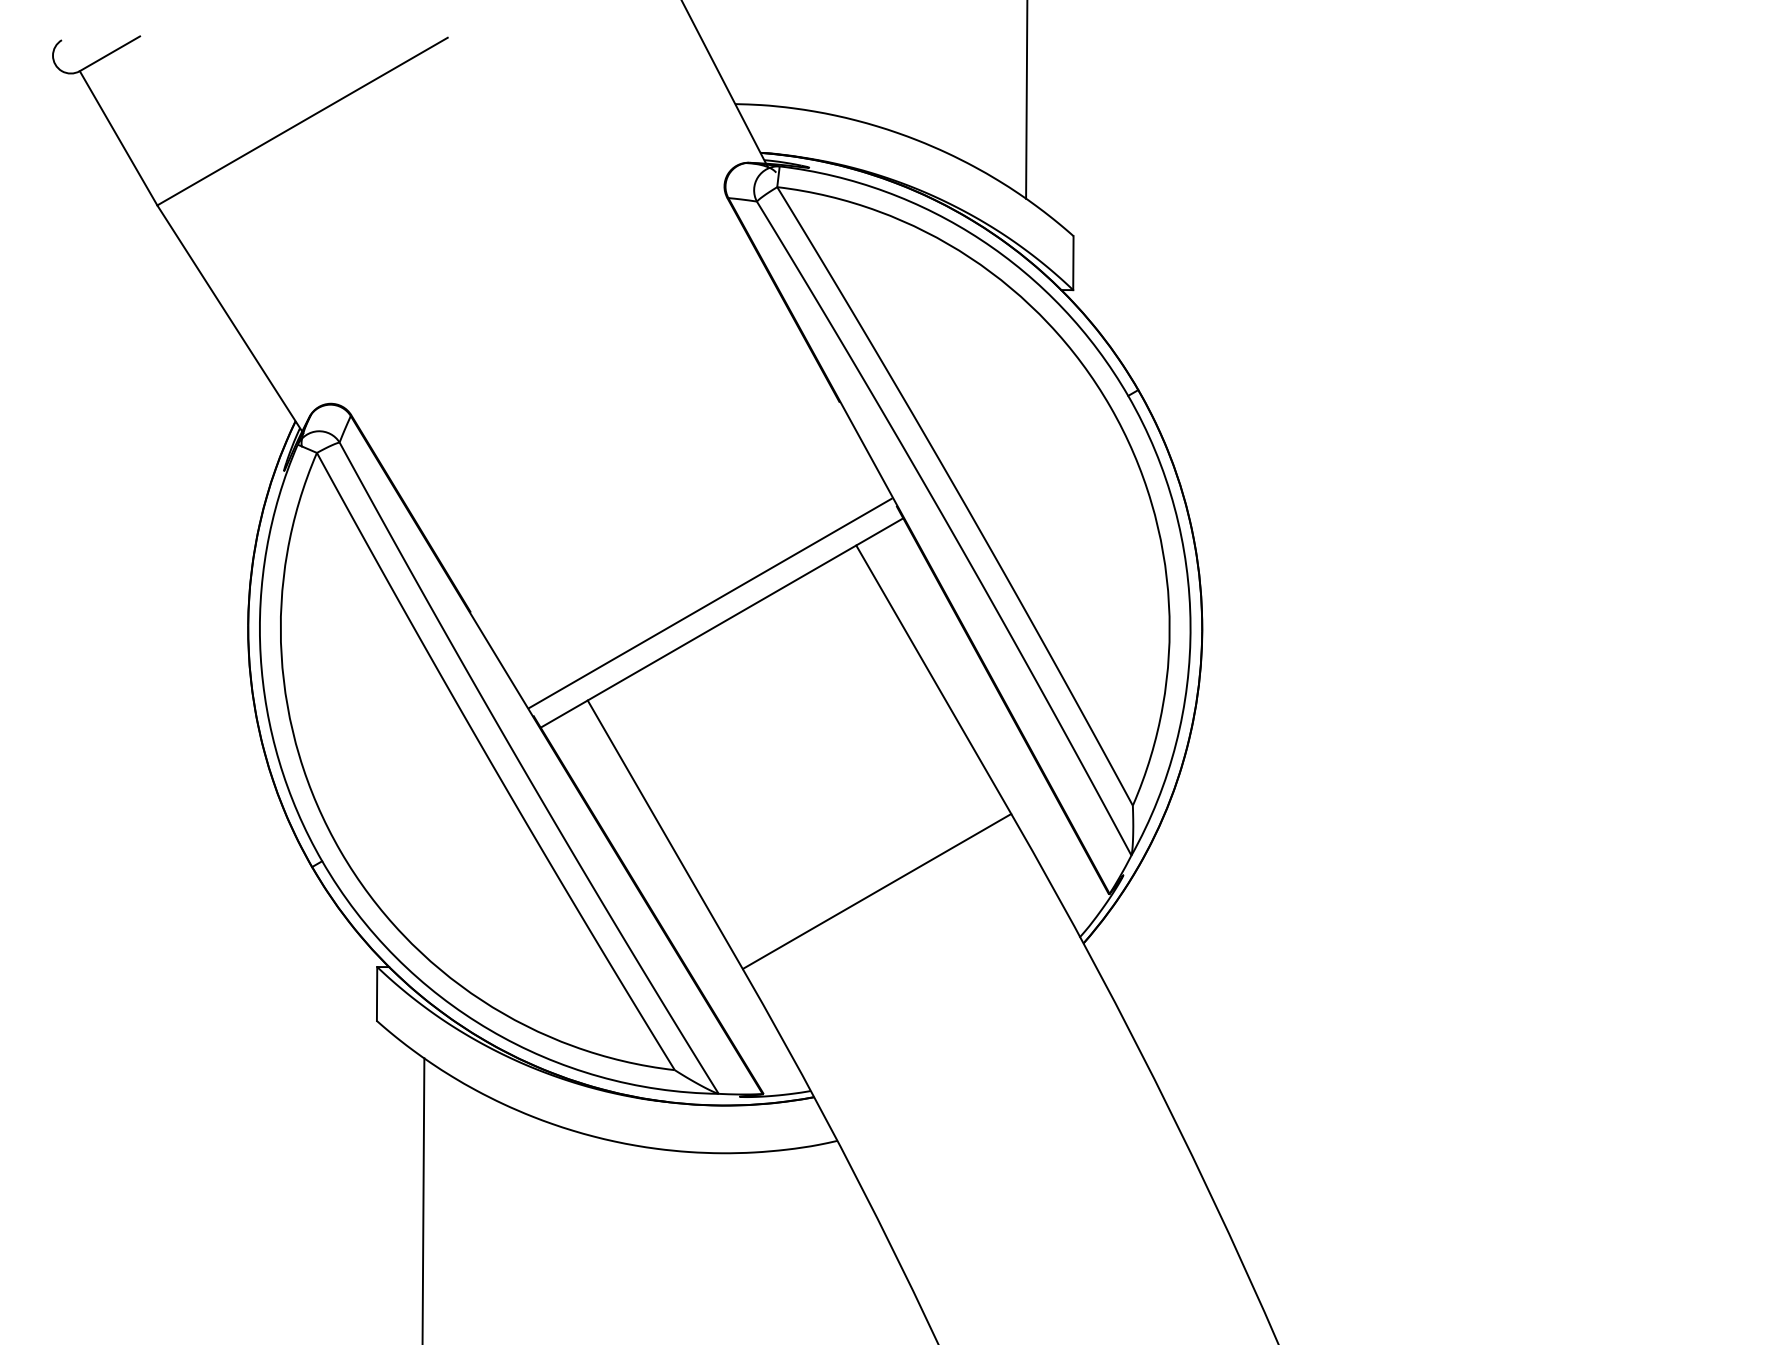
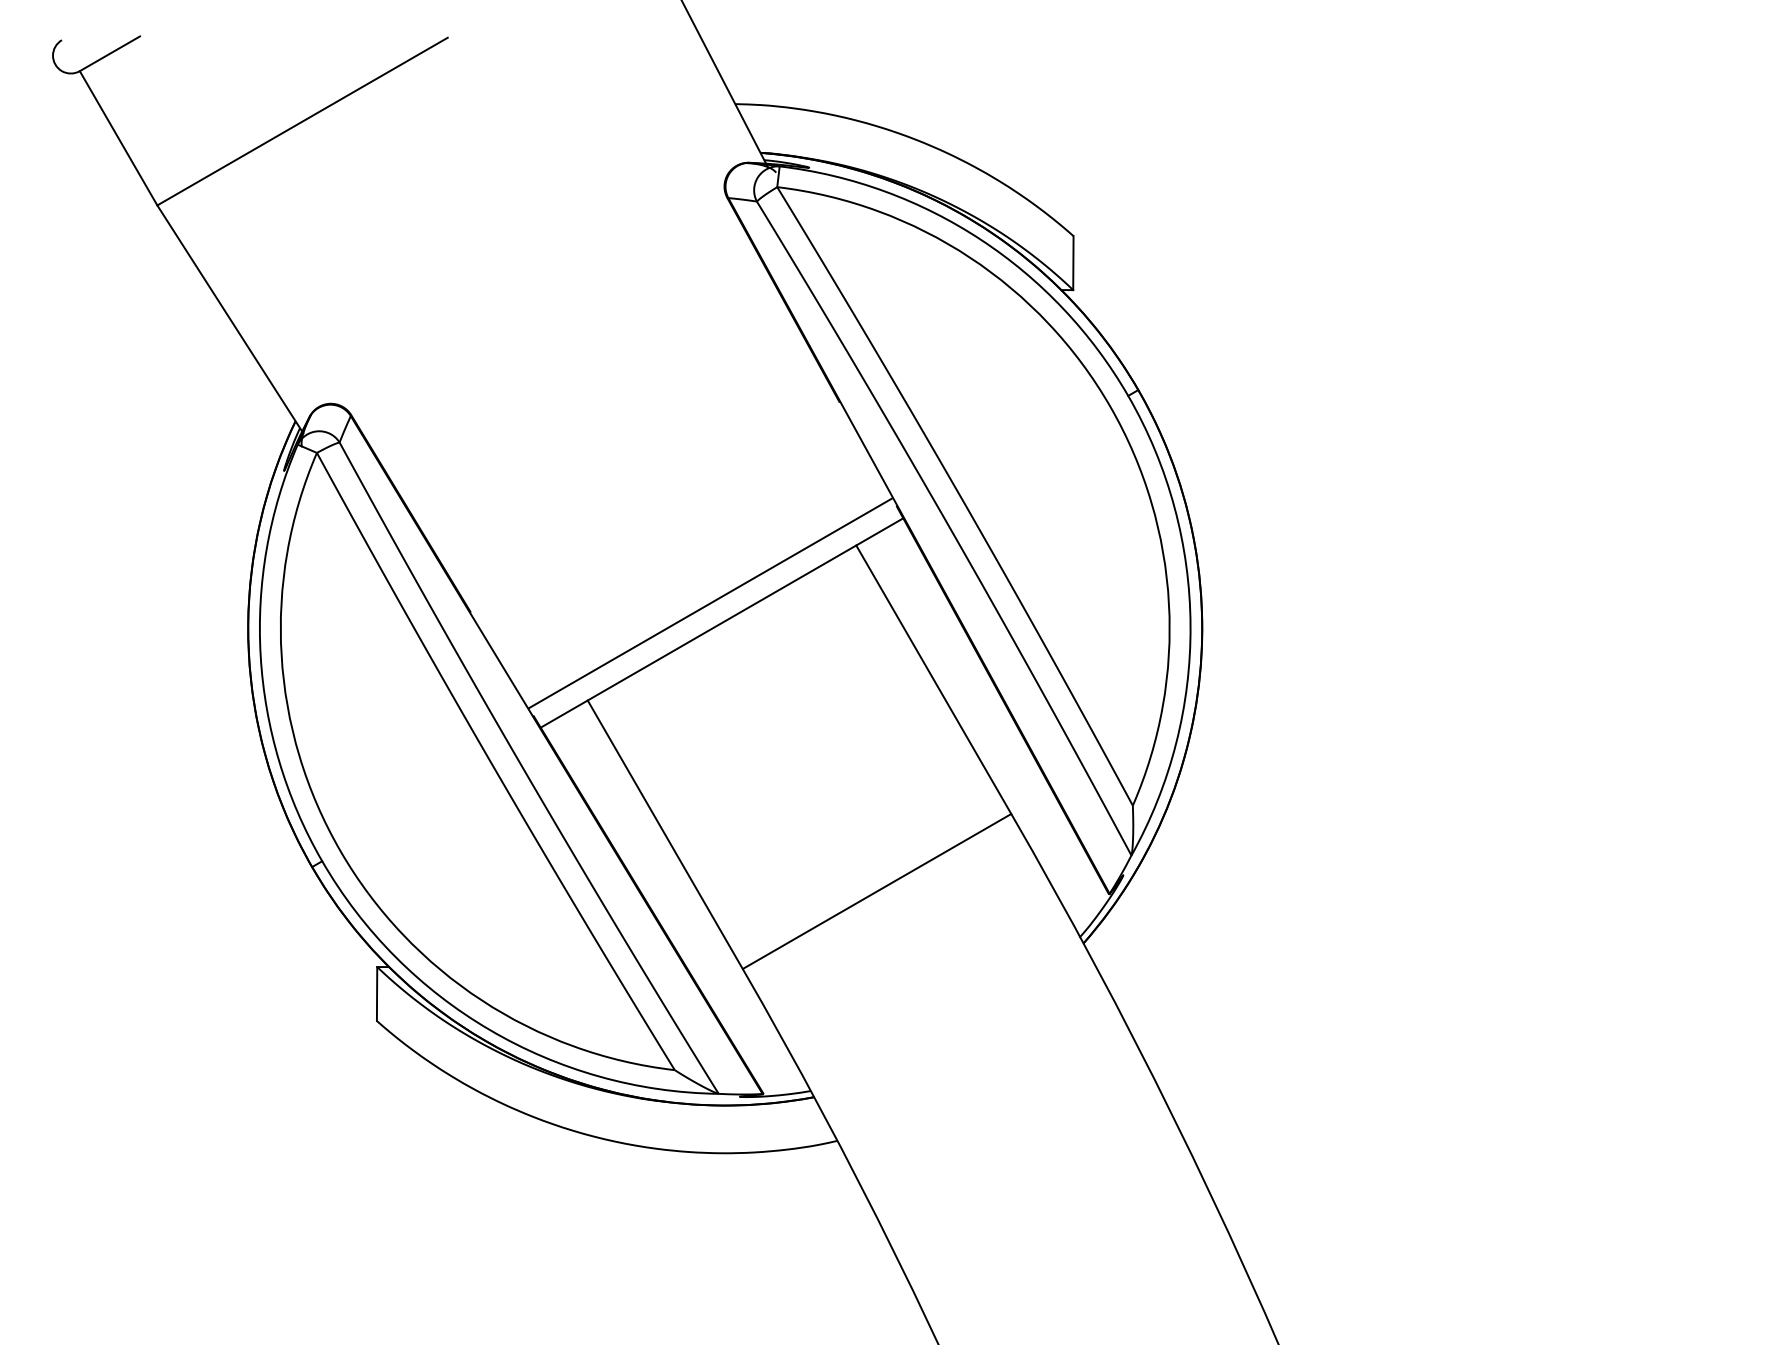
line at (1026, 100): present -> none
line at (423, 1199): present -> none
